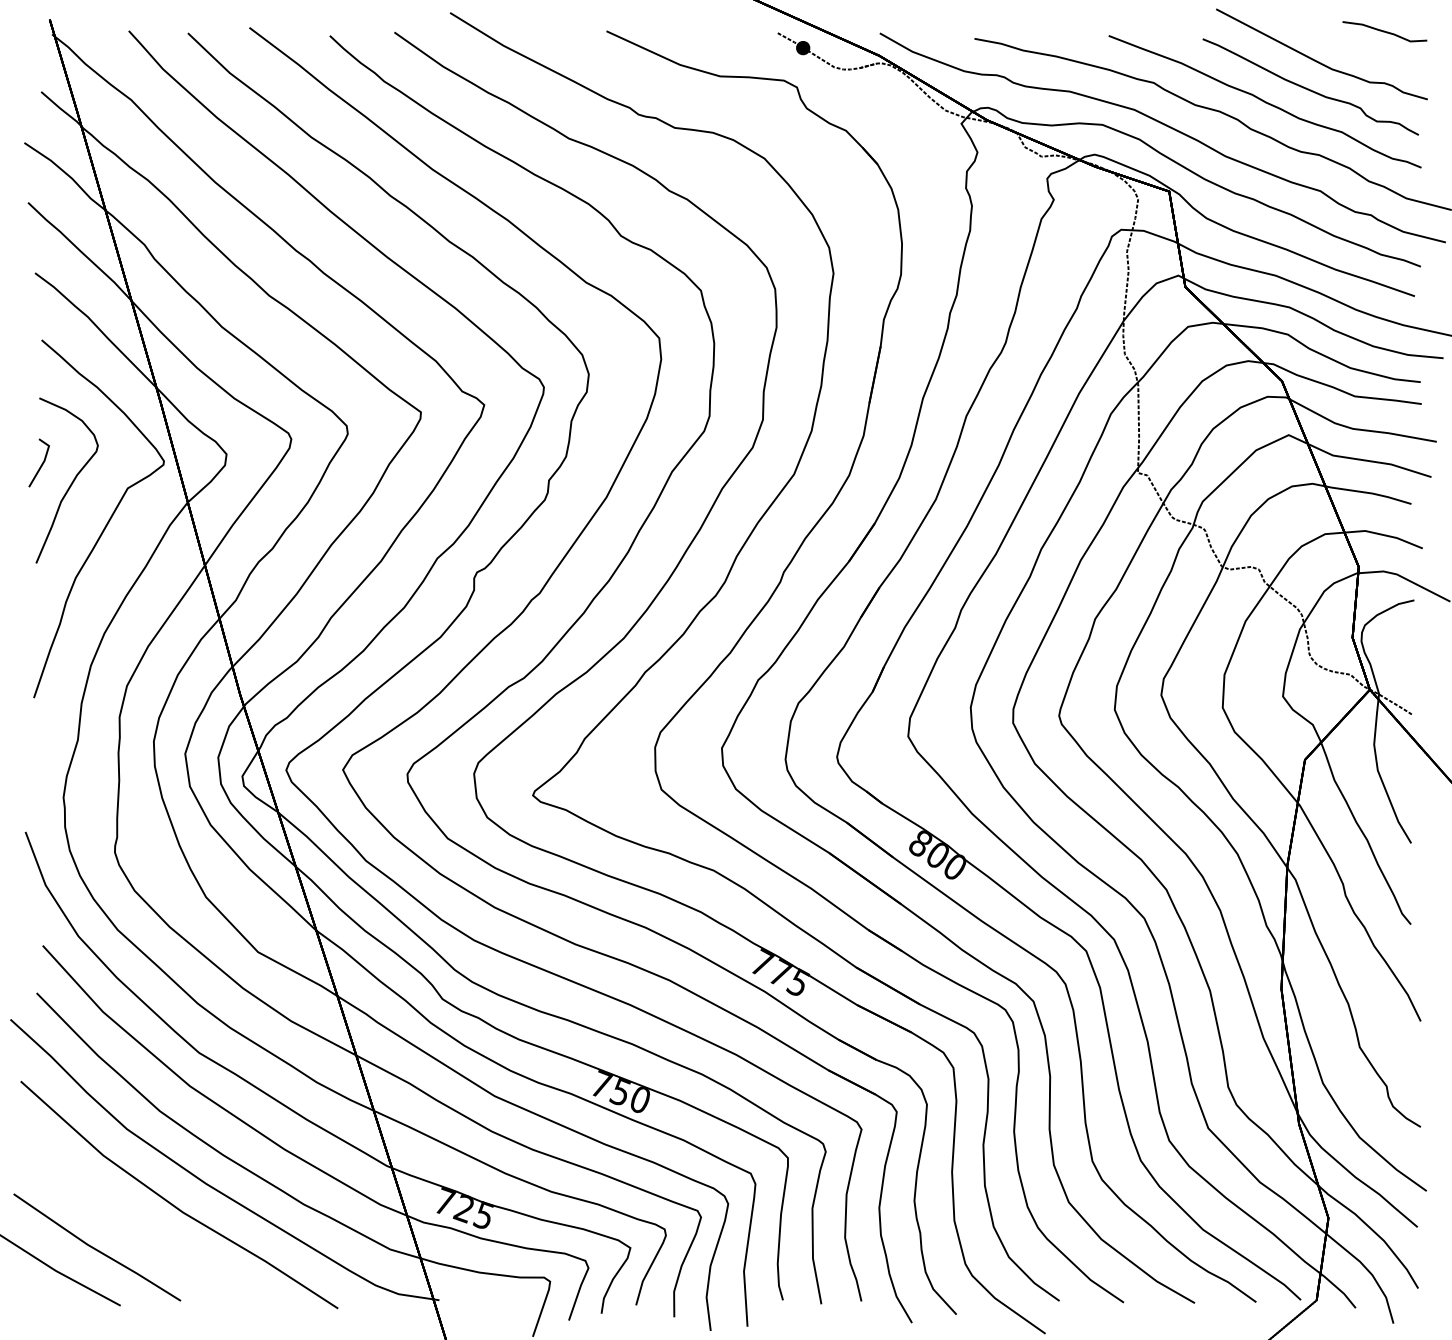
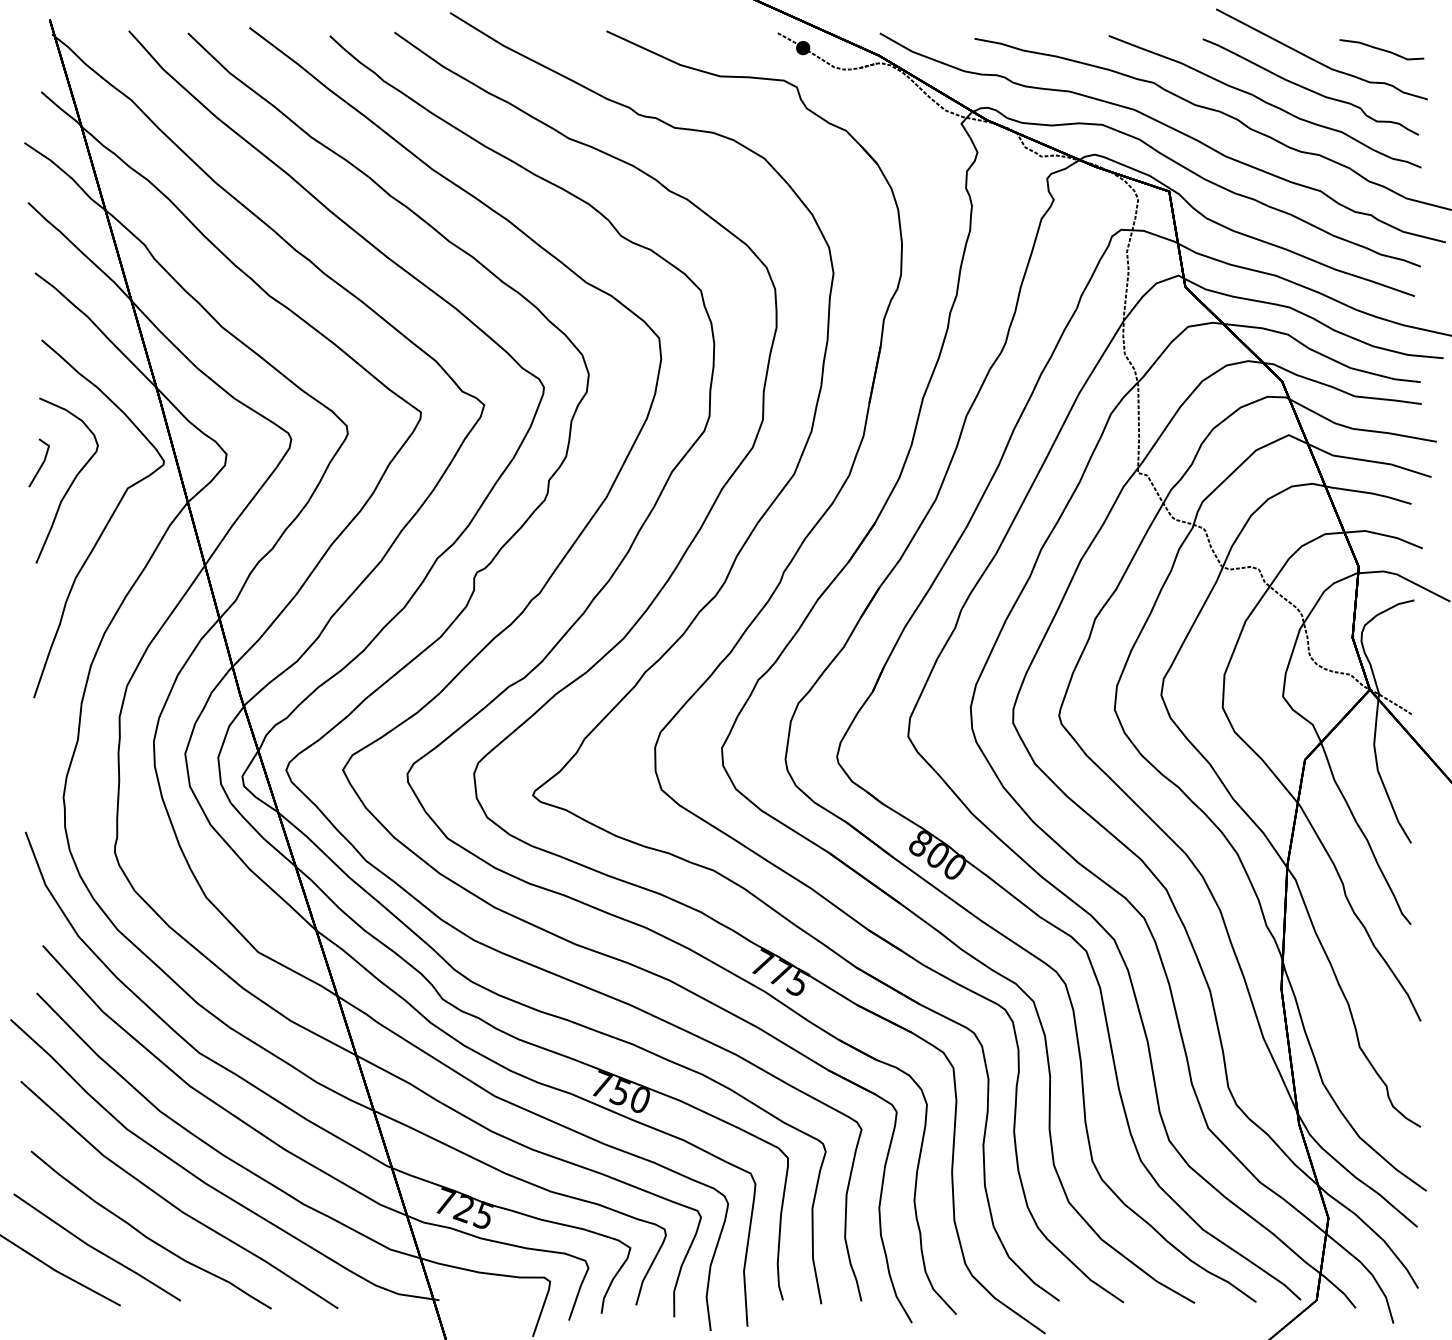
part at (1384, 31) position: (1384, 31) -> (1381, 49)
part at (147, 1236): none -> present
